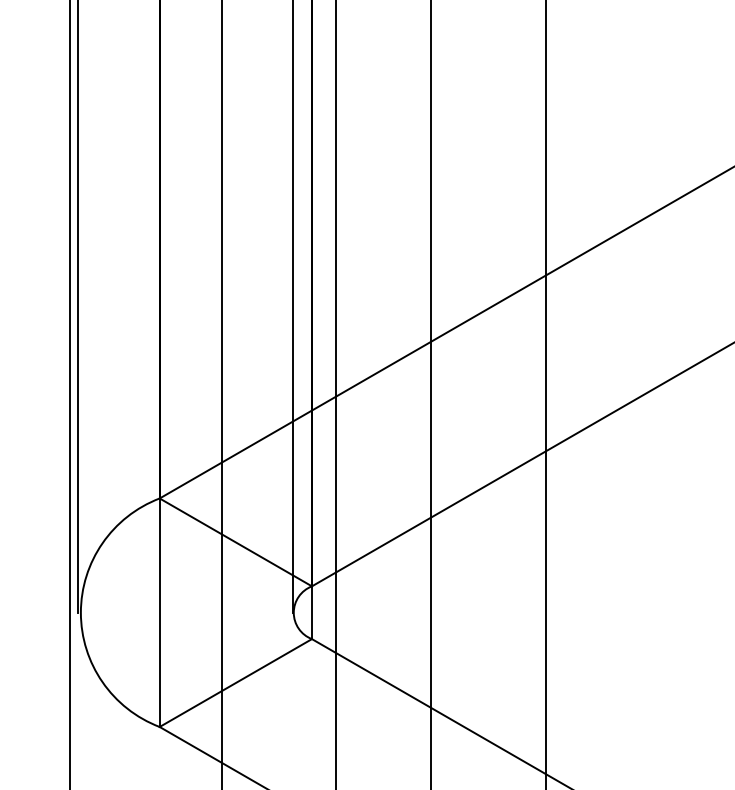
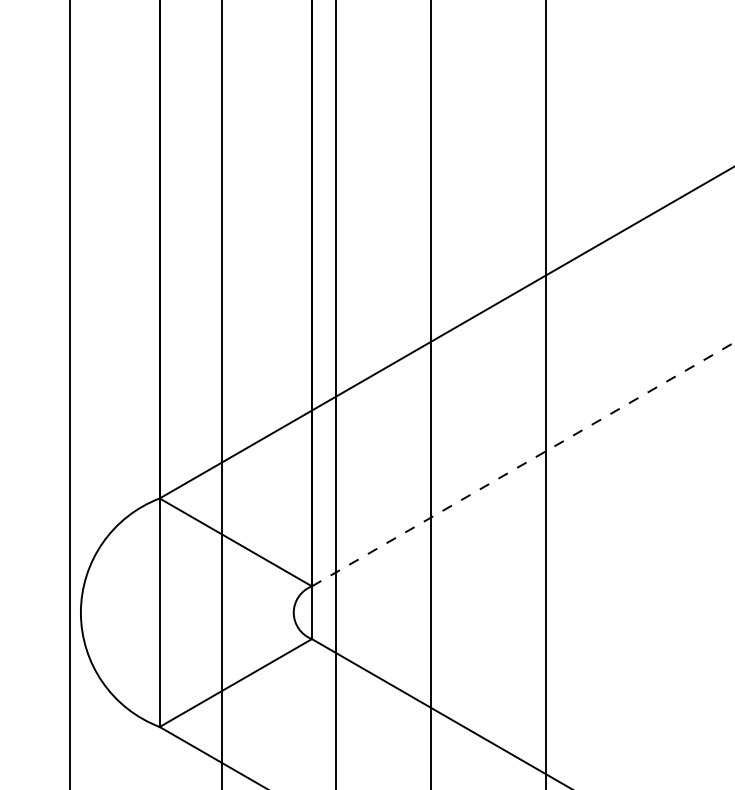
line at (77, 307): present -> none
line at (293, 307): present -> none
line at (523, 464): solid -> dashed
